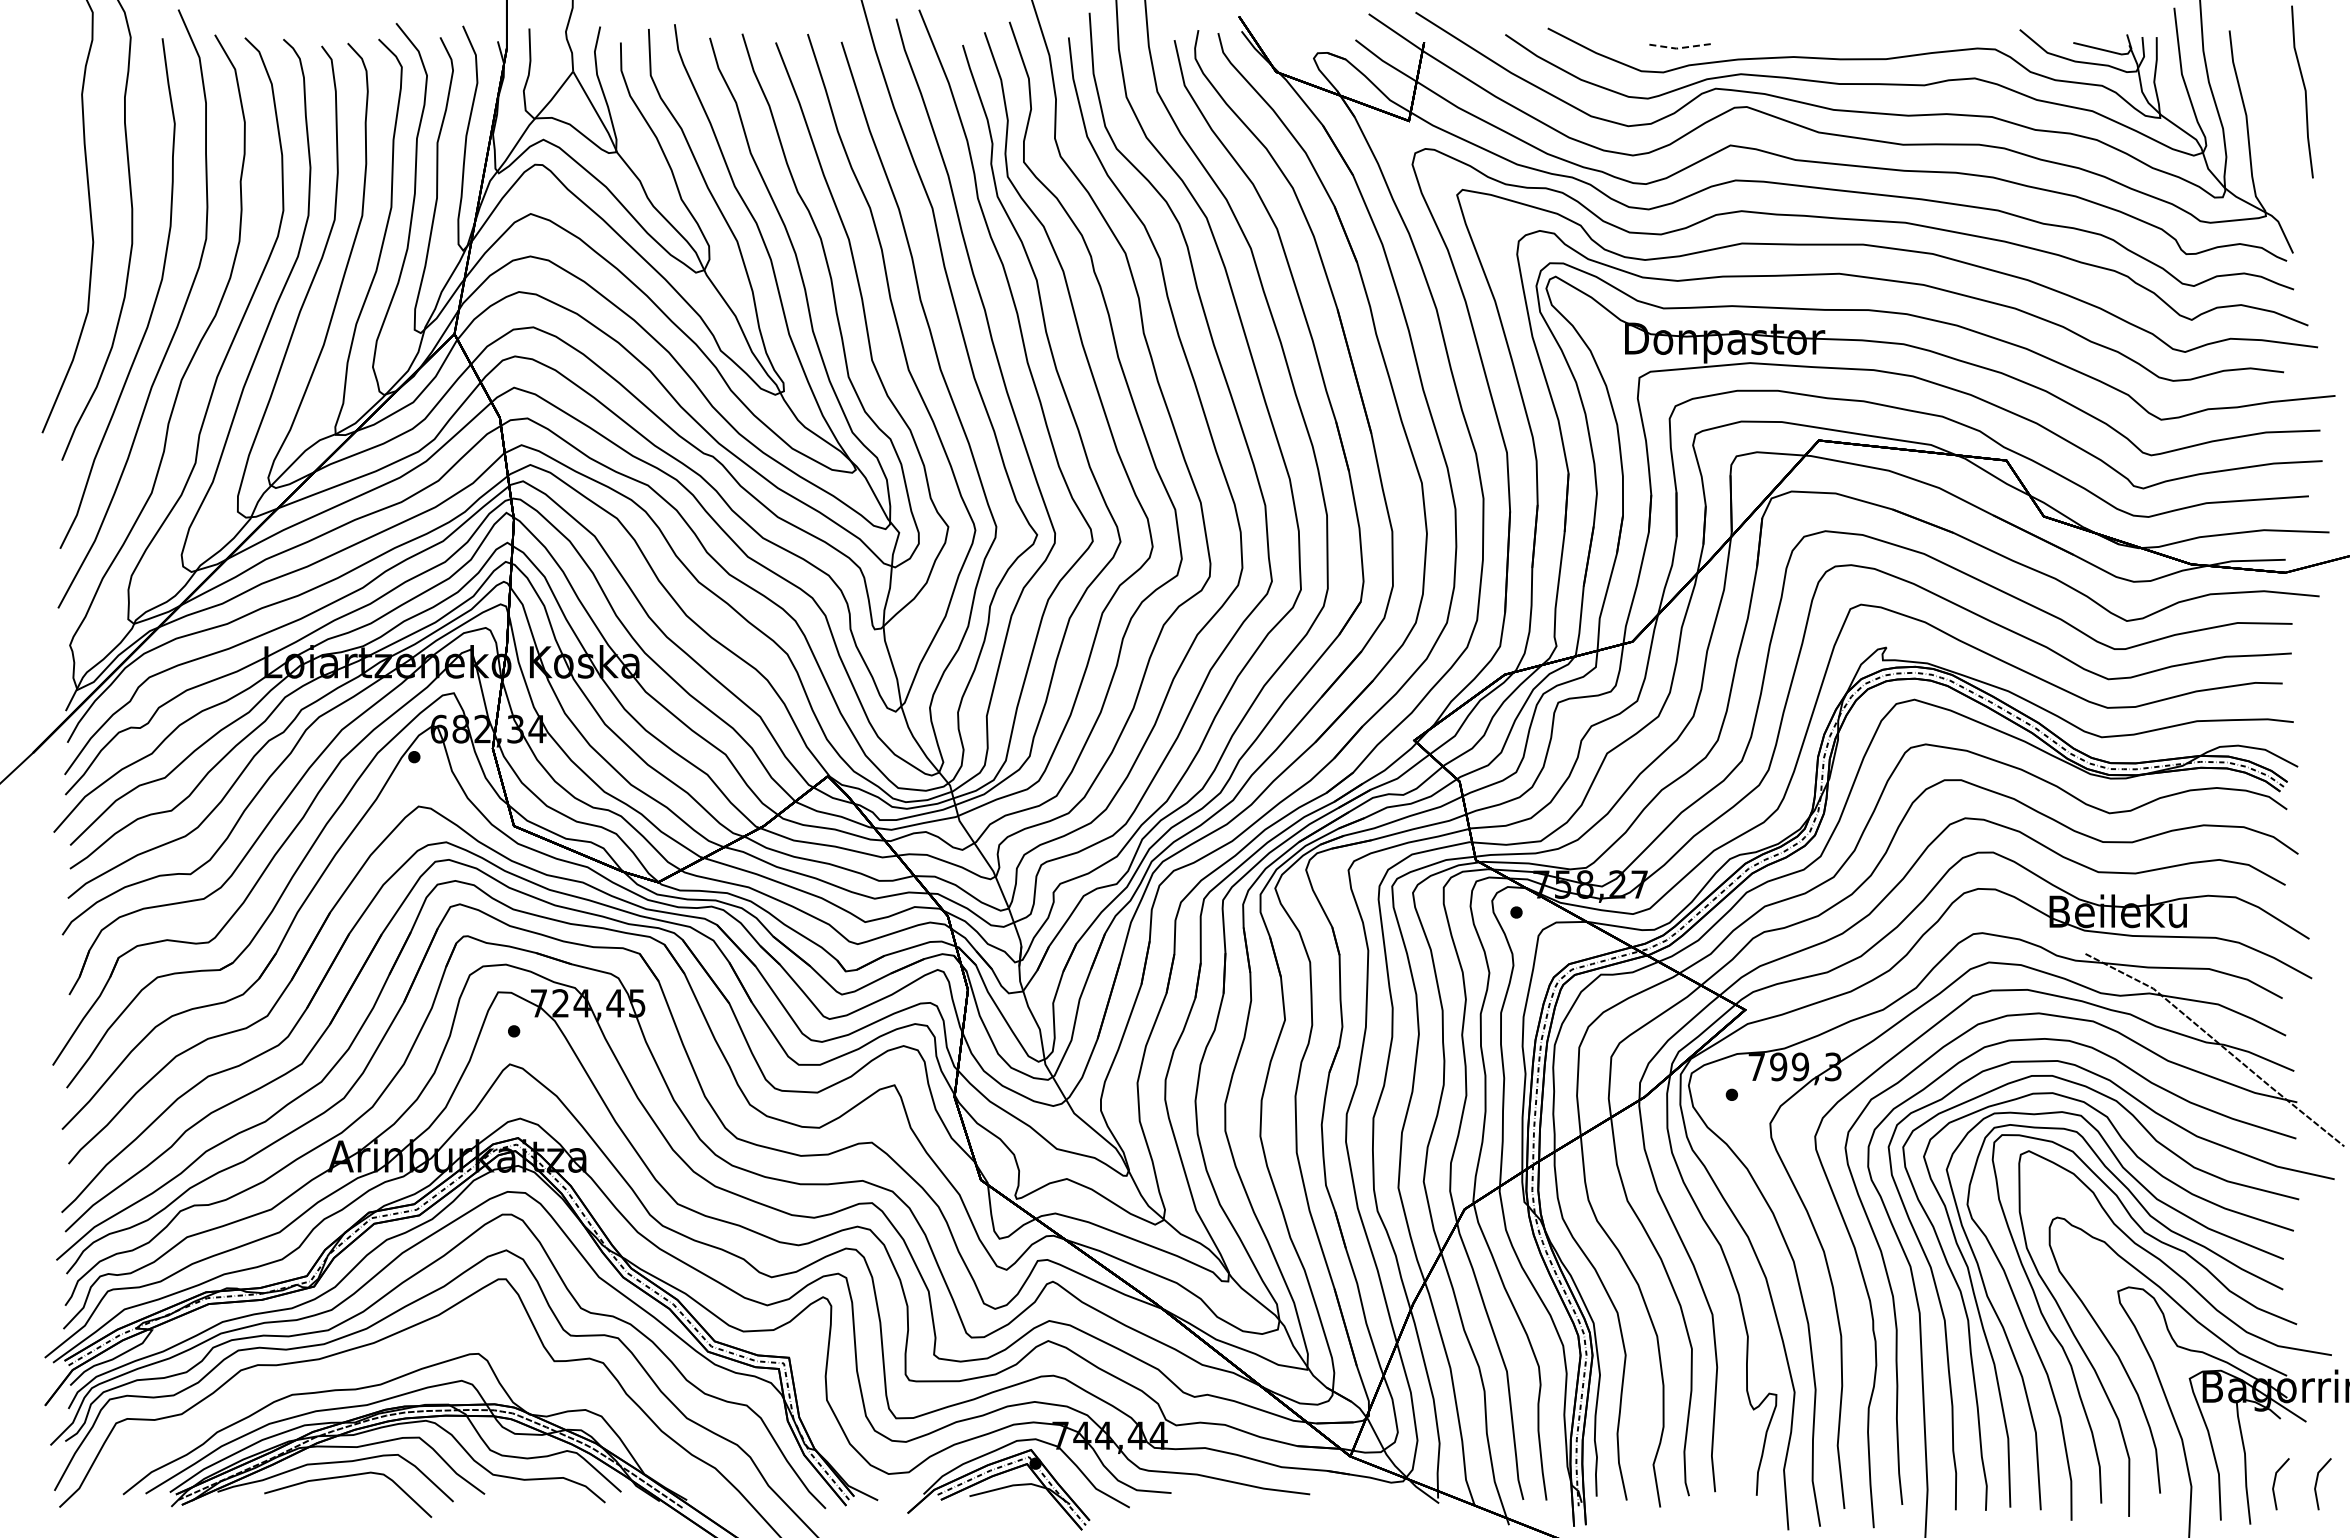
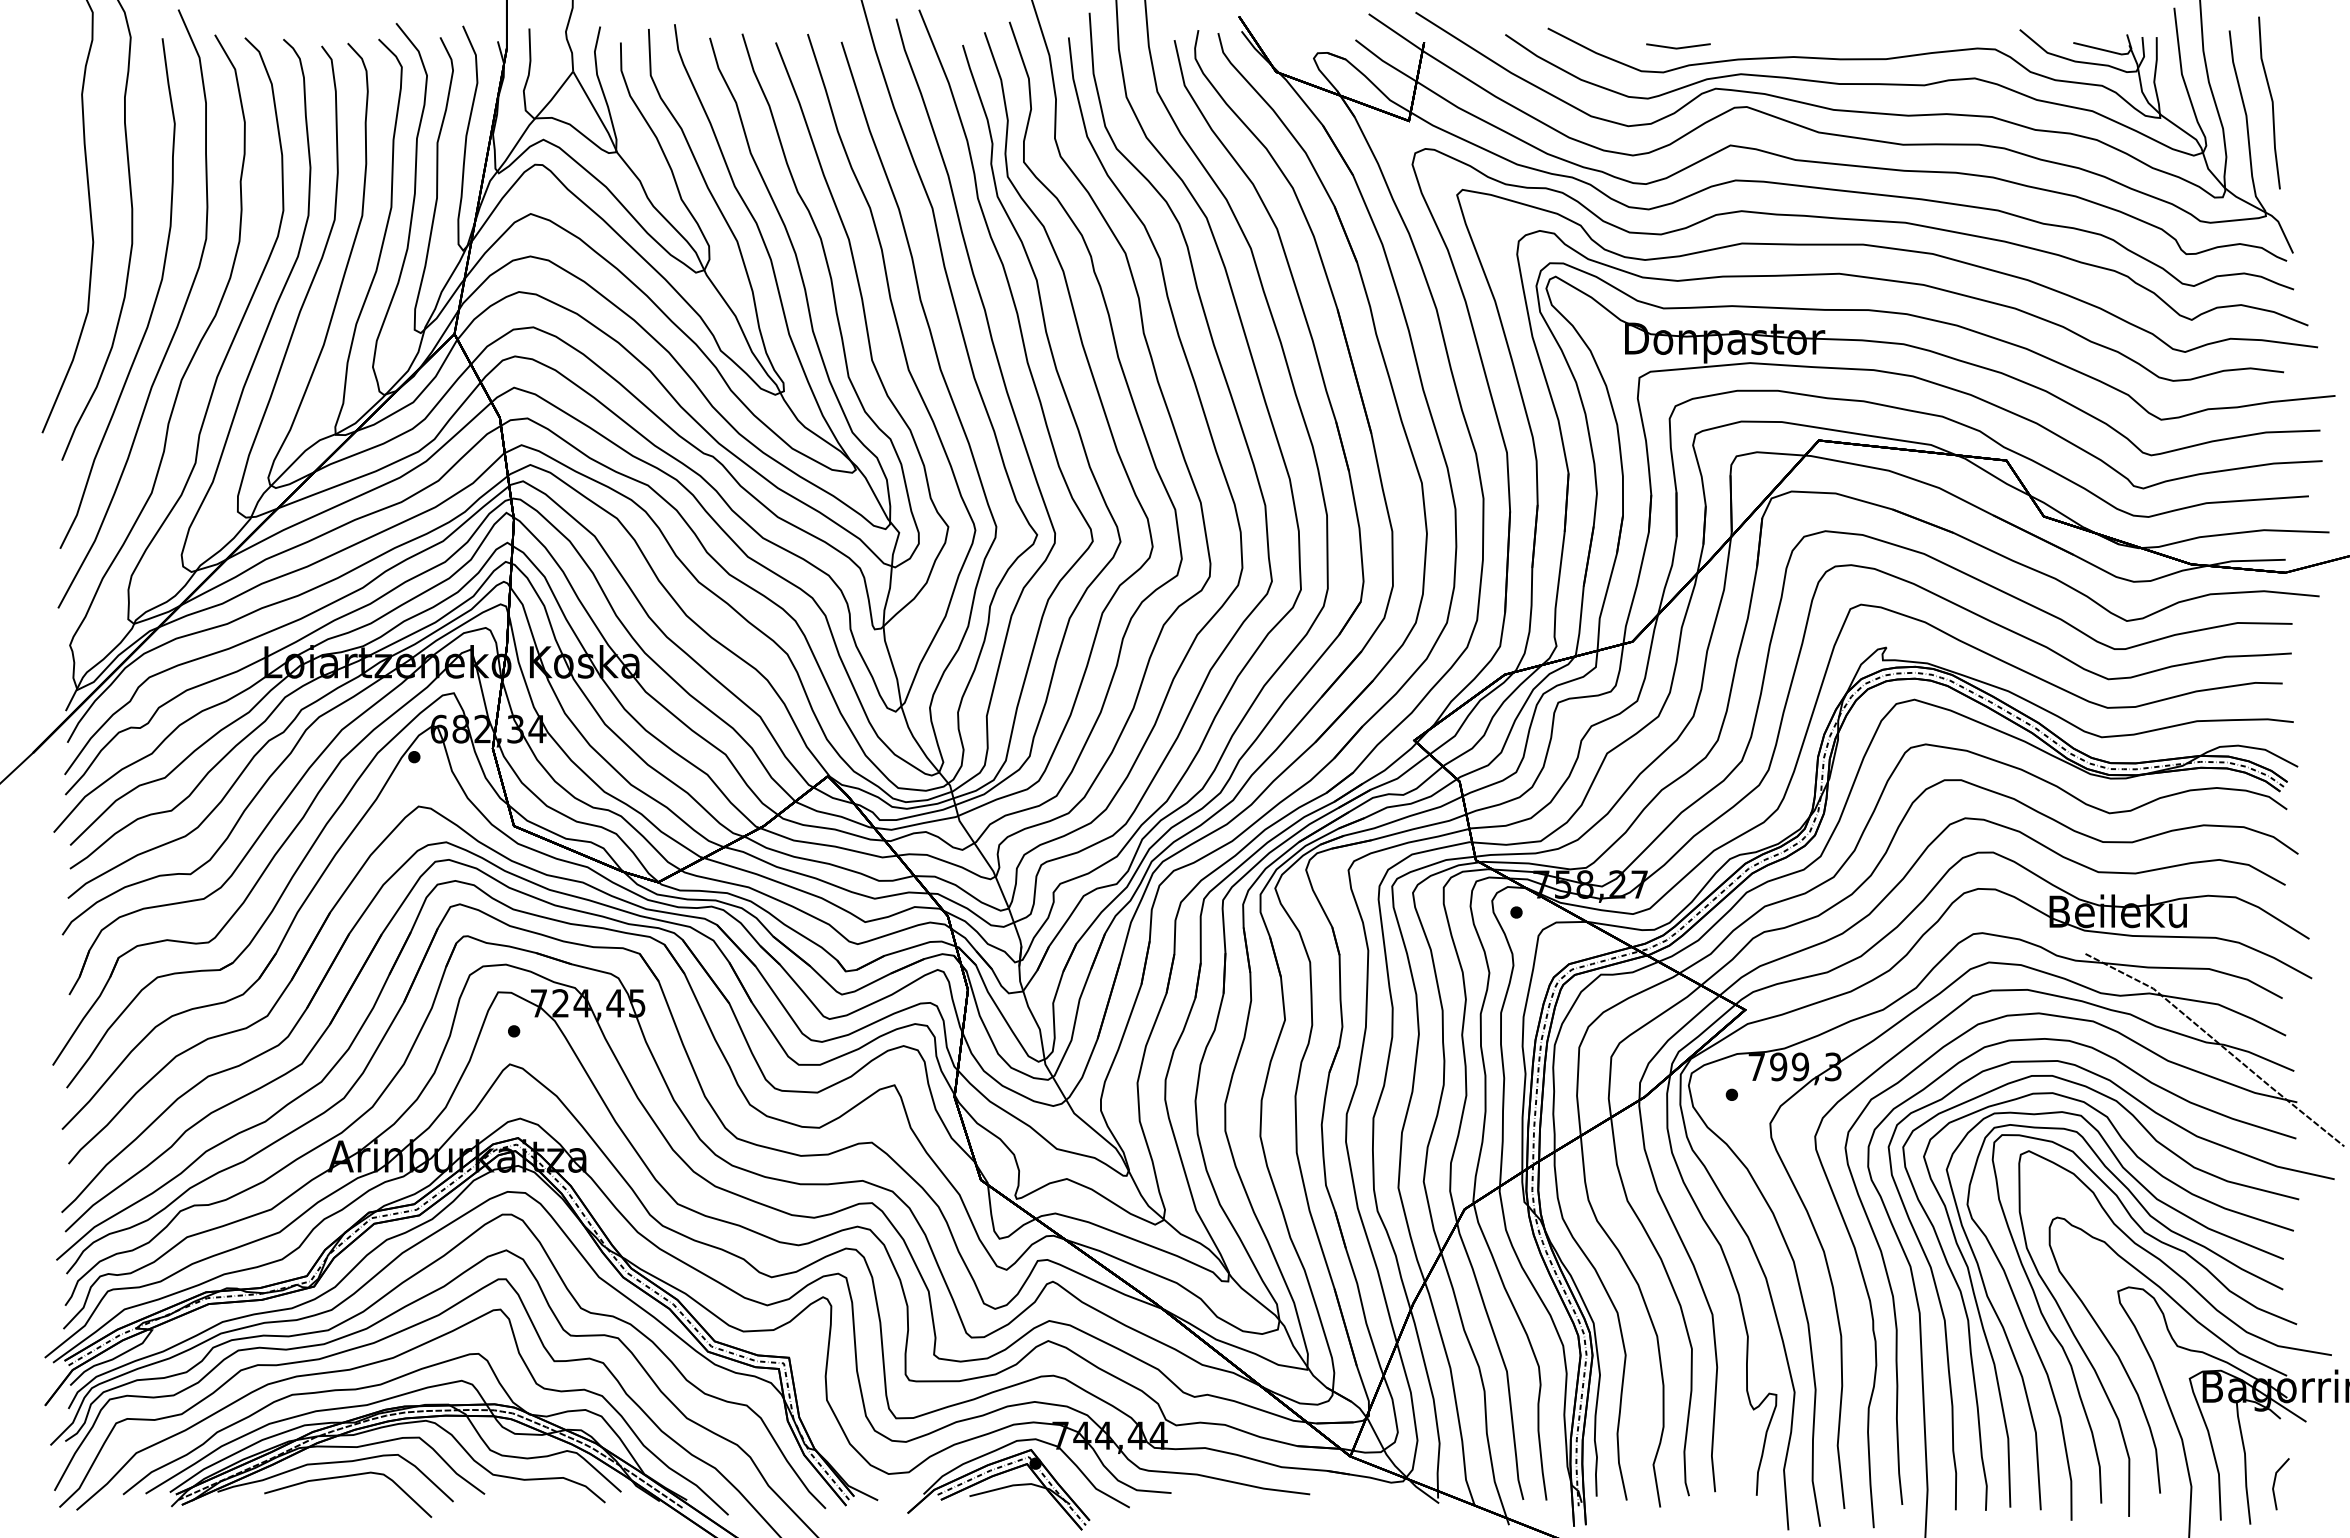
line at (1677, 48): dashed -> solid
line at (2304, 91) position: (2304, 91) -> (2271, 102)
curve at (388, 1360): none -> present
line at (2317, 1482): present -> none
